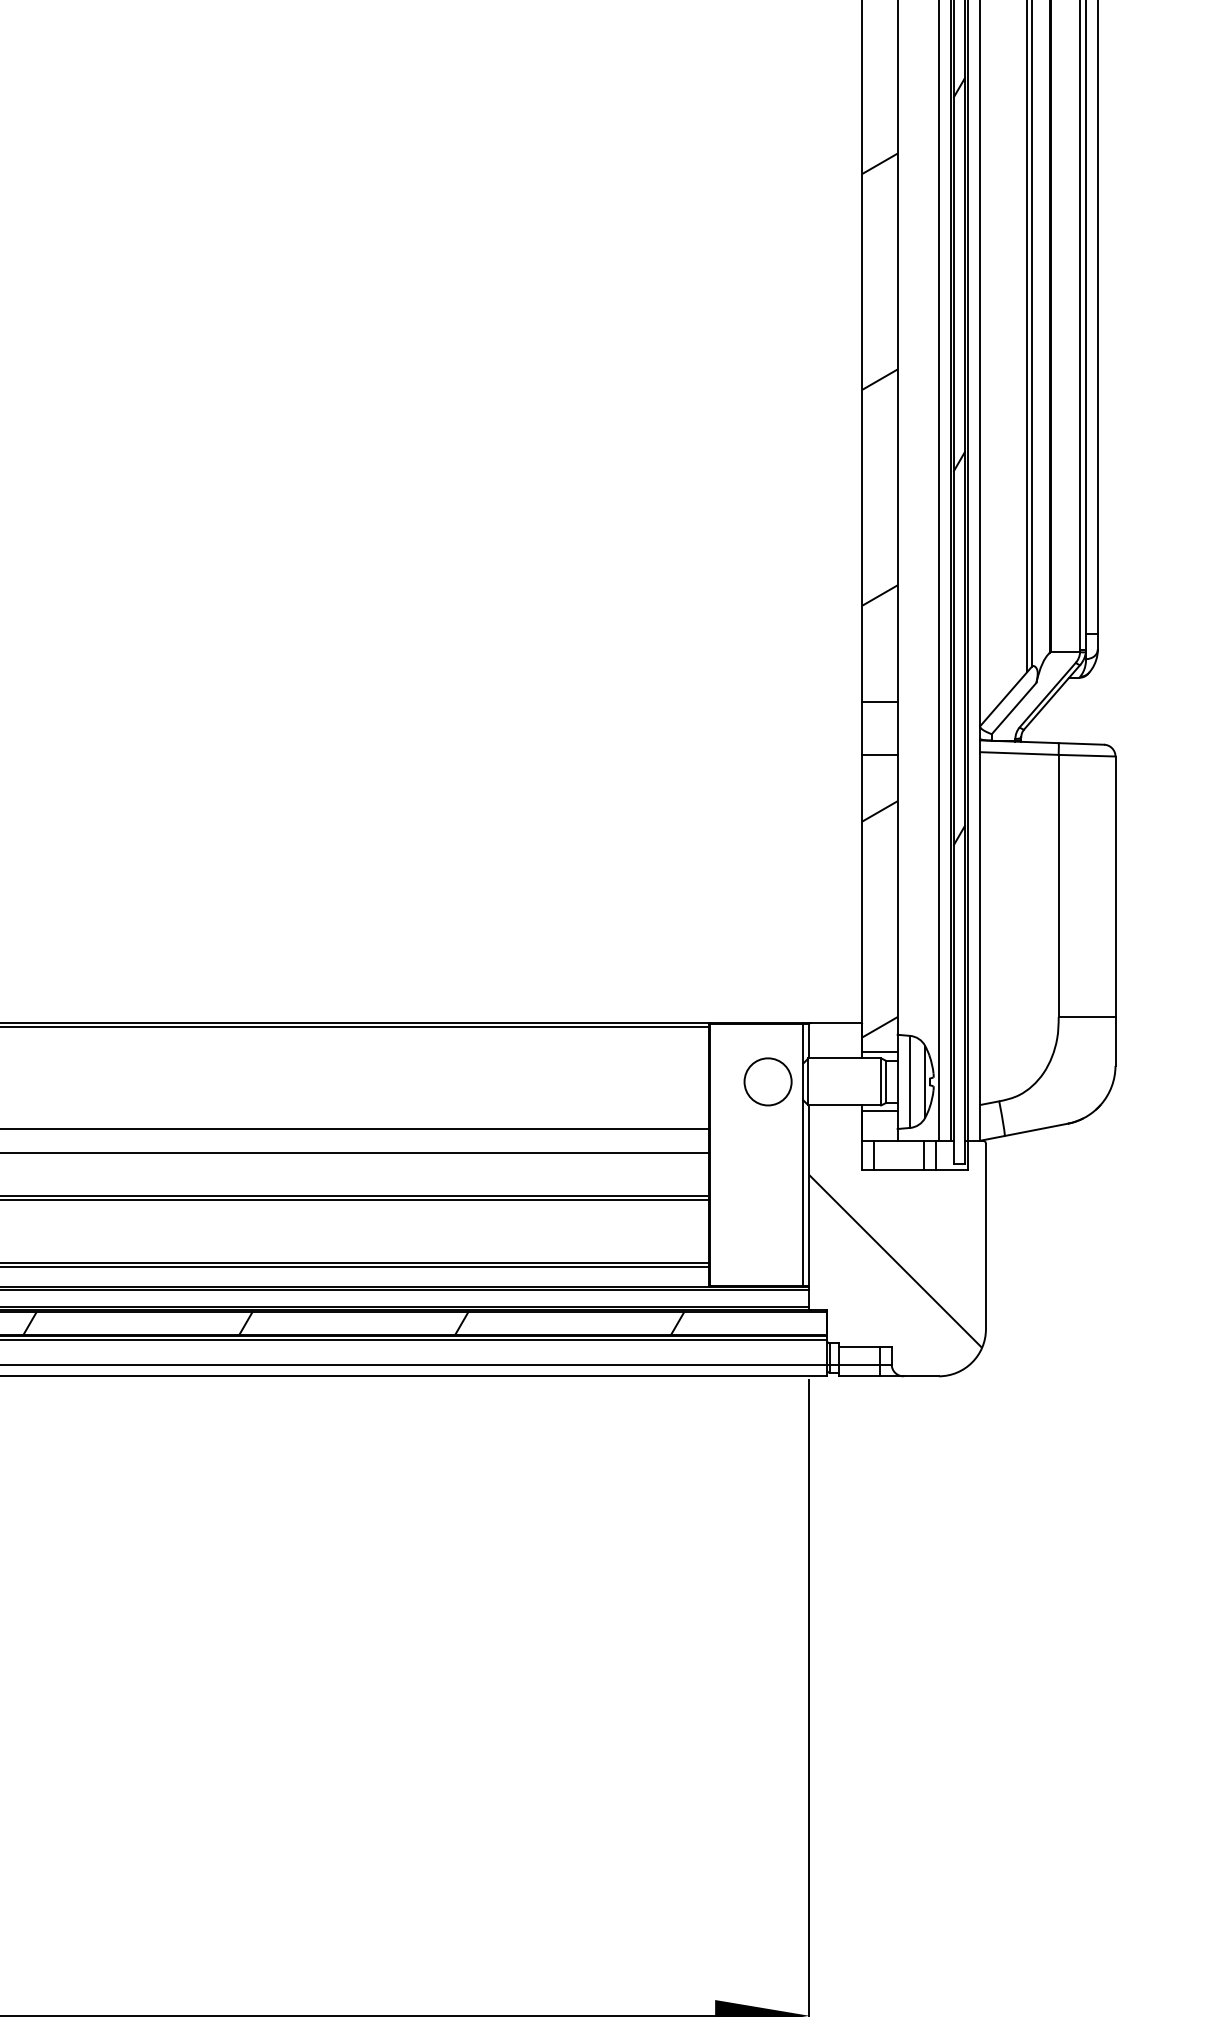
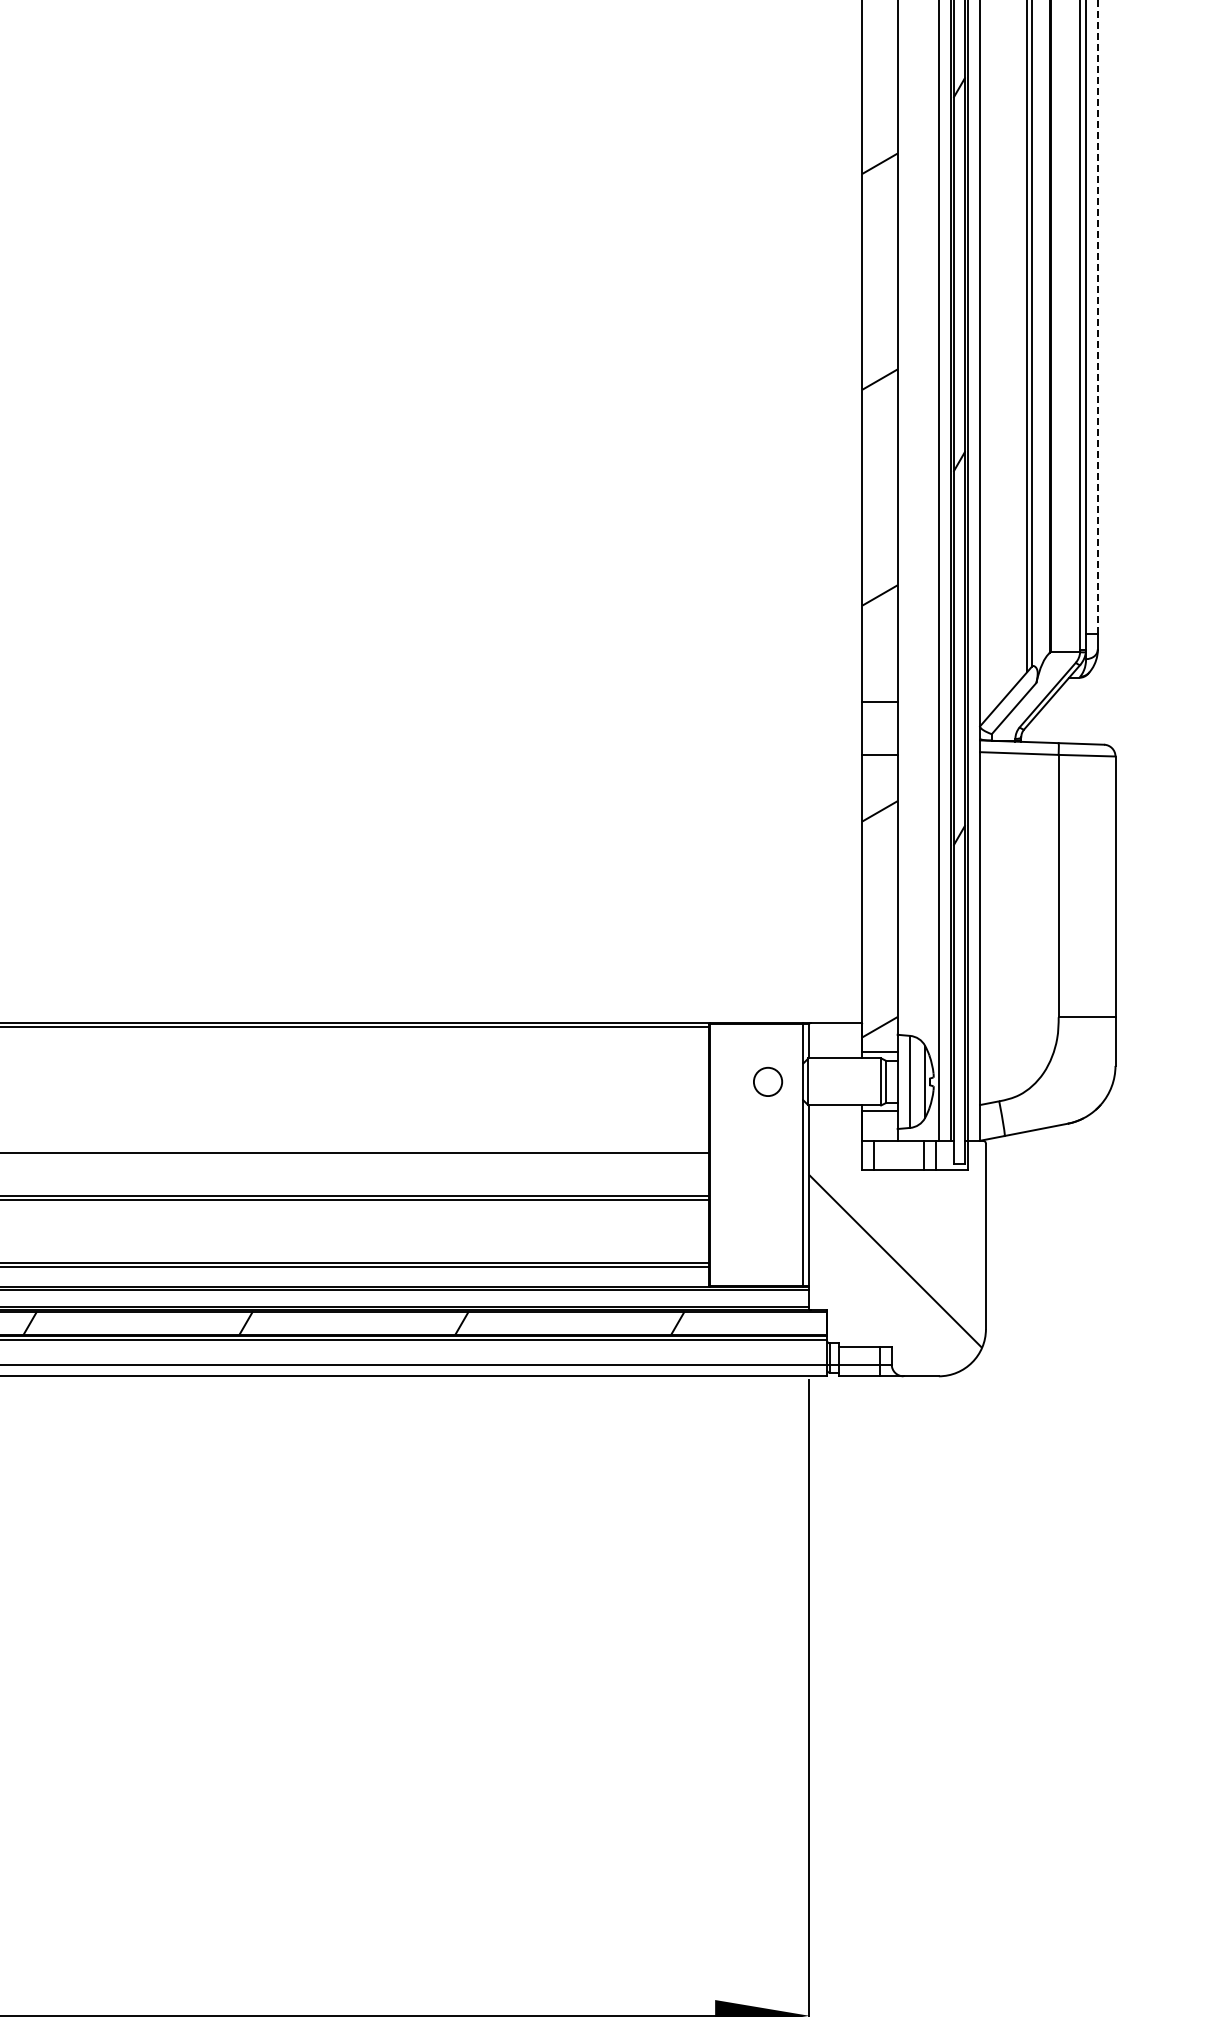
line at (1097, 316): solid -> dashed
circle at (767, 1081) size: 50x50 px -> 31x31 px
line at (355, 1129): present -> none
